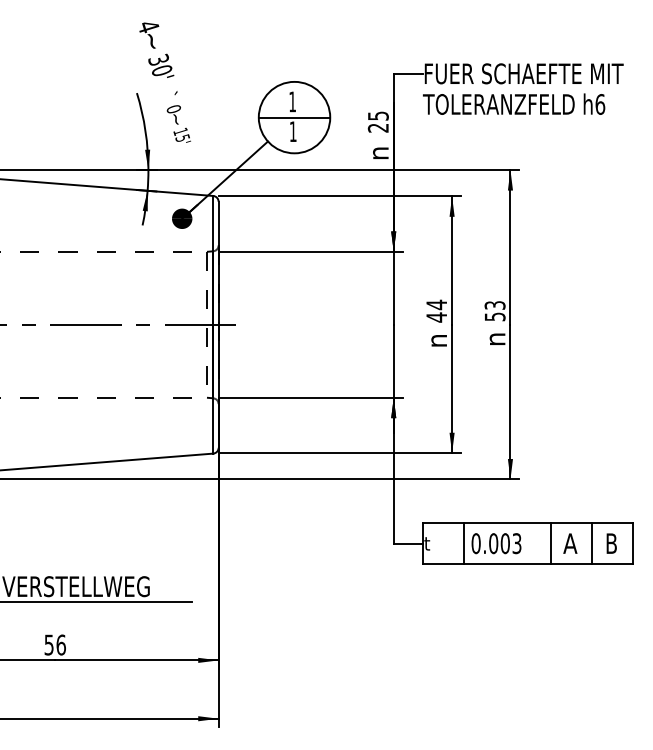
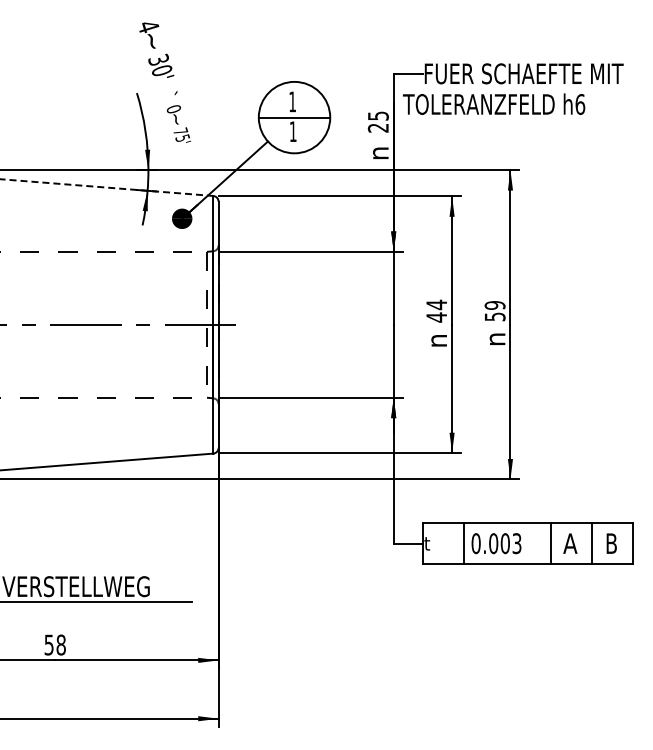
text at (514, 103) position: (514, 103) -> (494, 103)
text at (180, 131): 15' -> 75'
line at (106, 187): solid -> dashed
text at (494, 305): 53 -> 59
text at (60, 644): 56 -> 58
